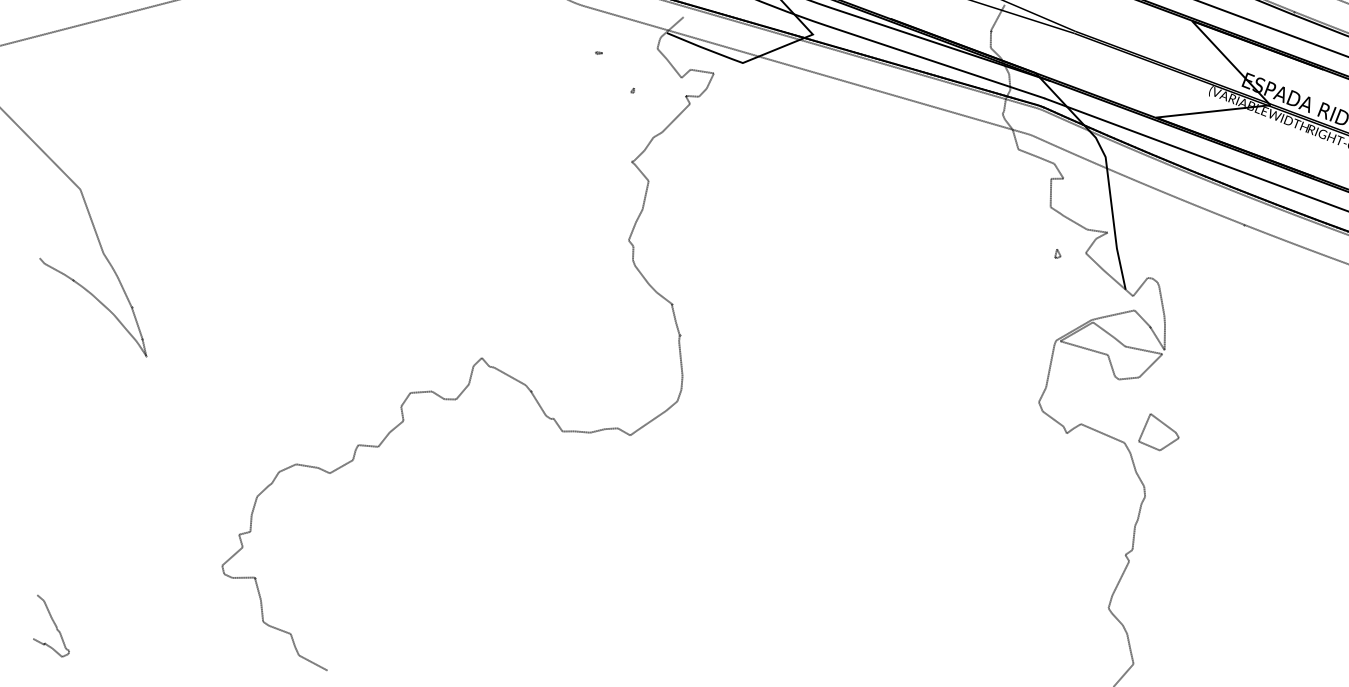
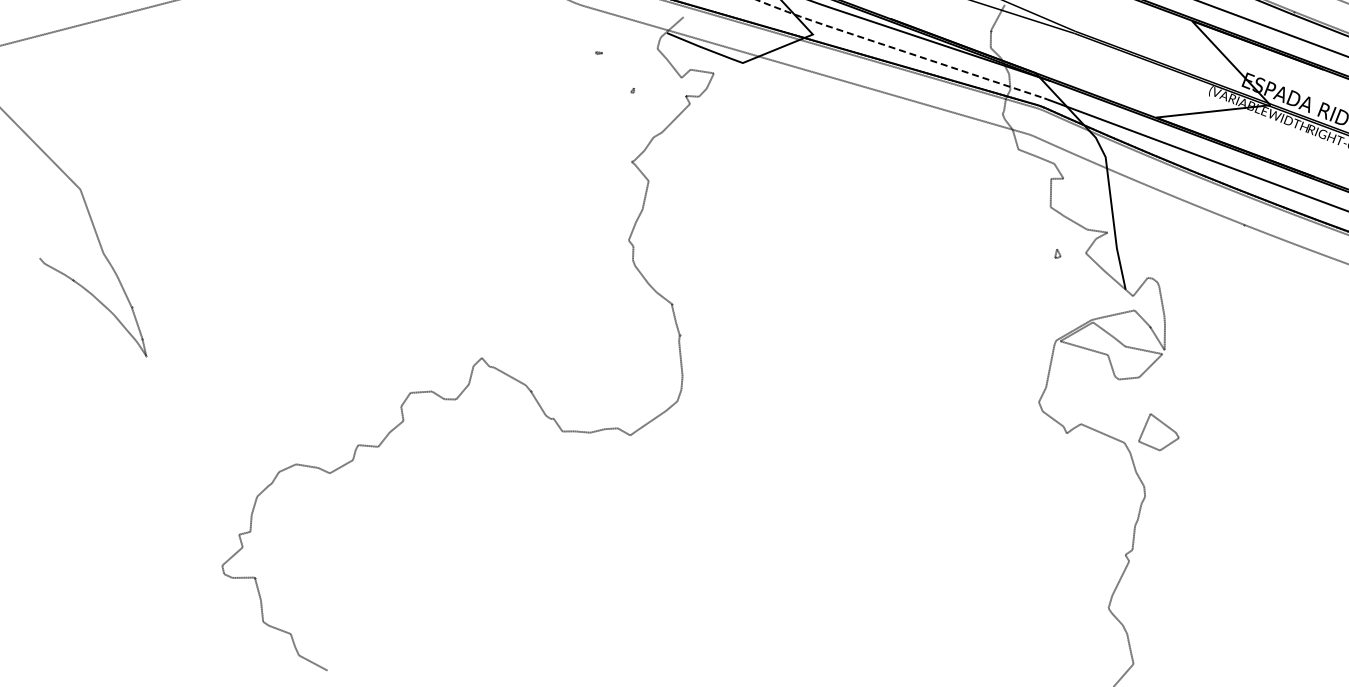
line at (899, 49): solid -> dashed
curve at (53, 623): present -> none
